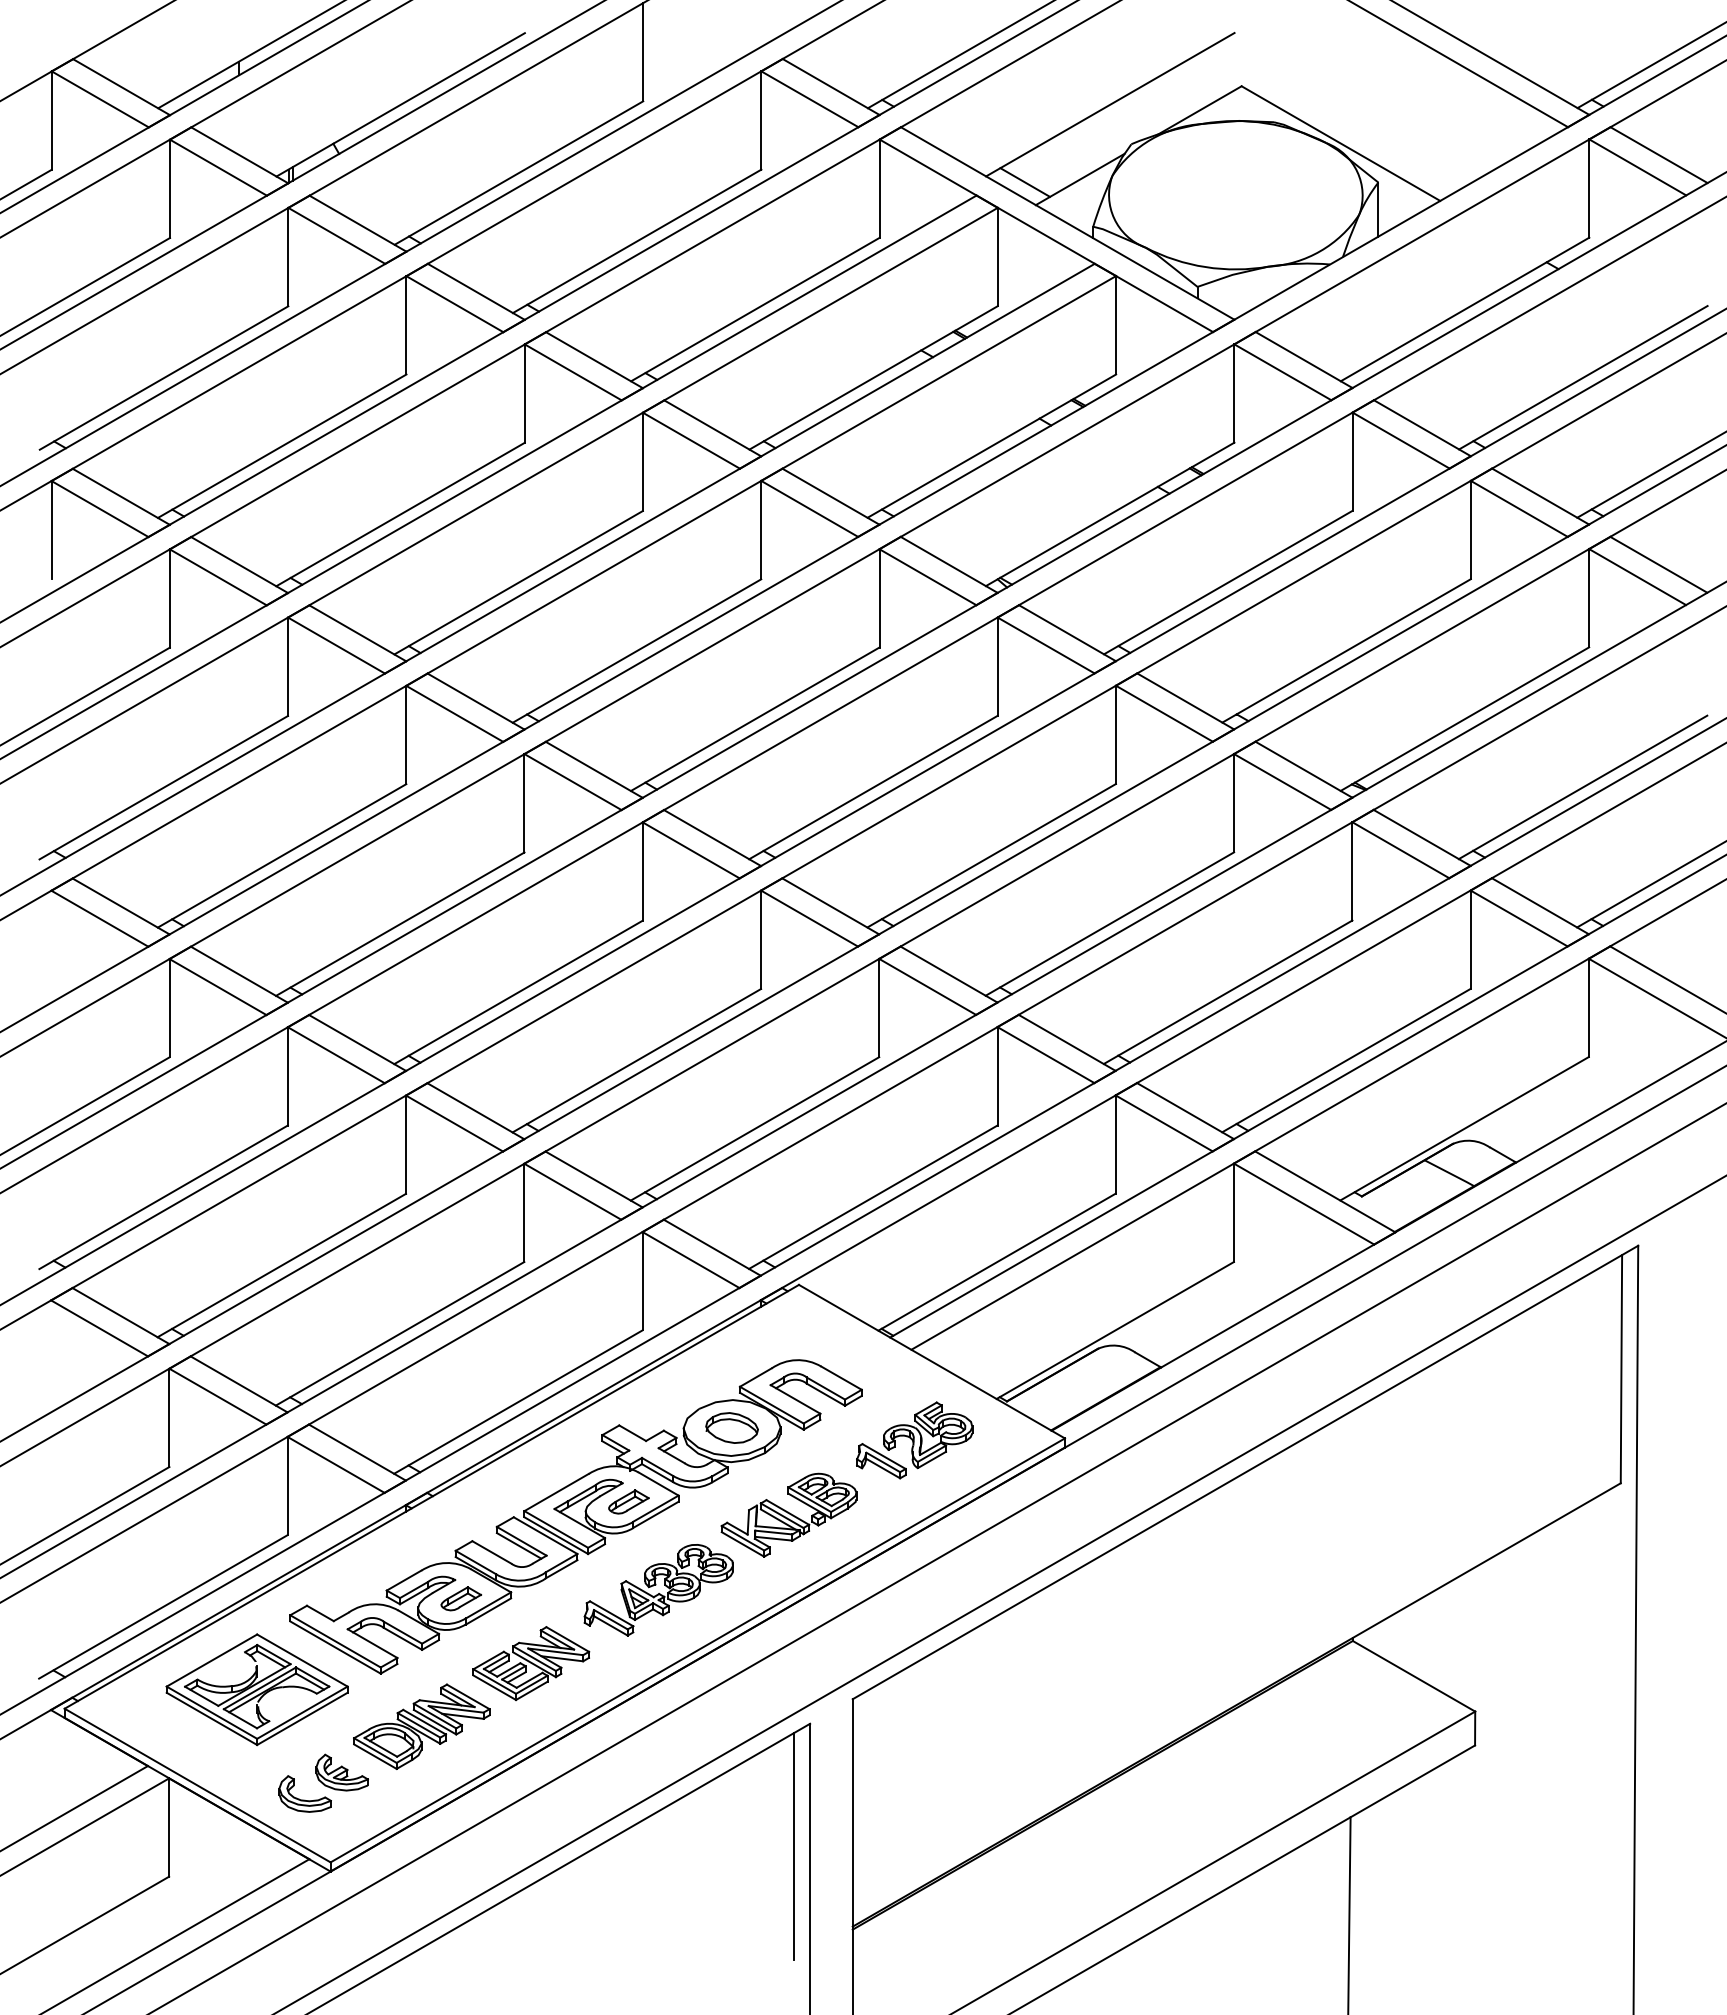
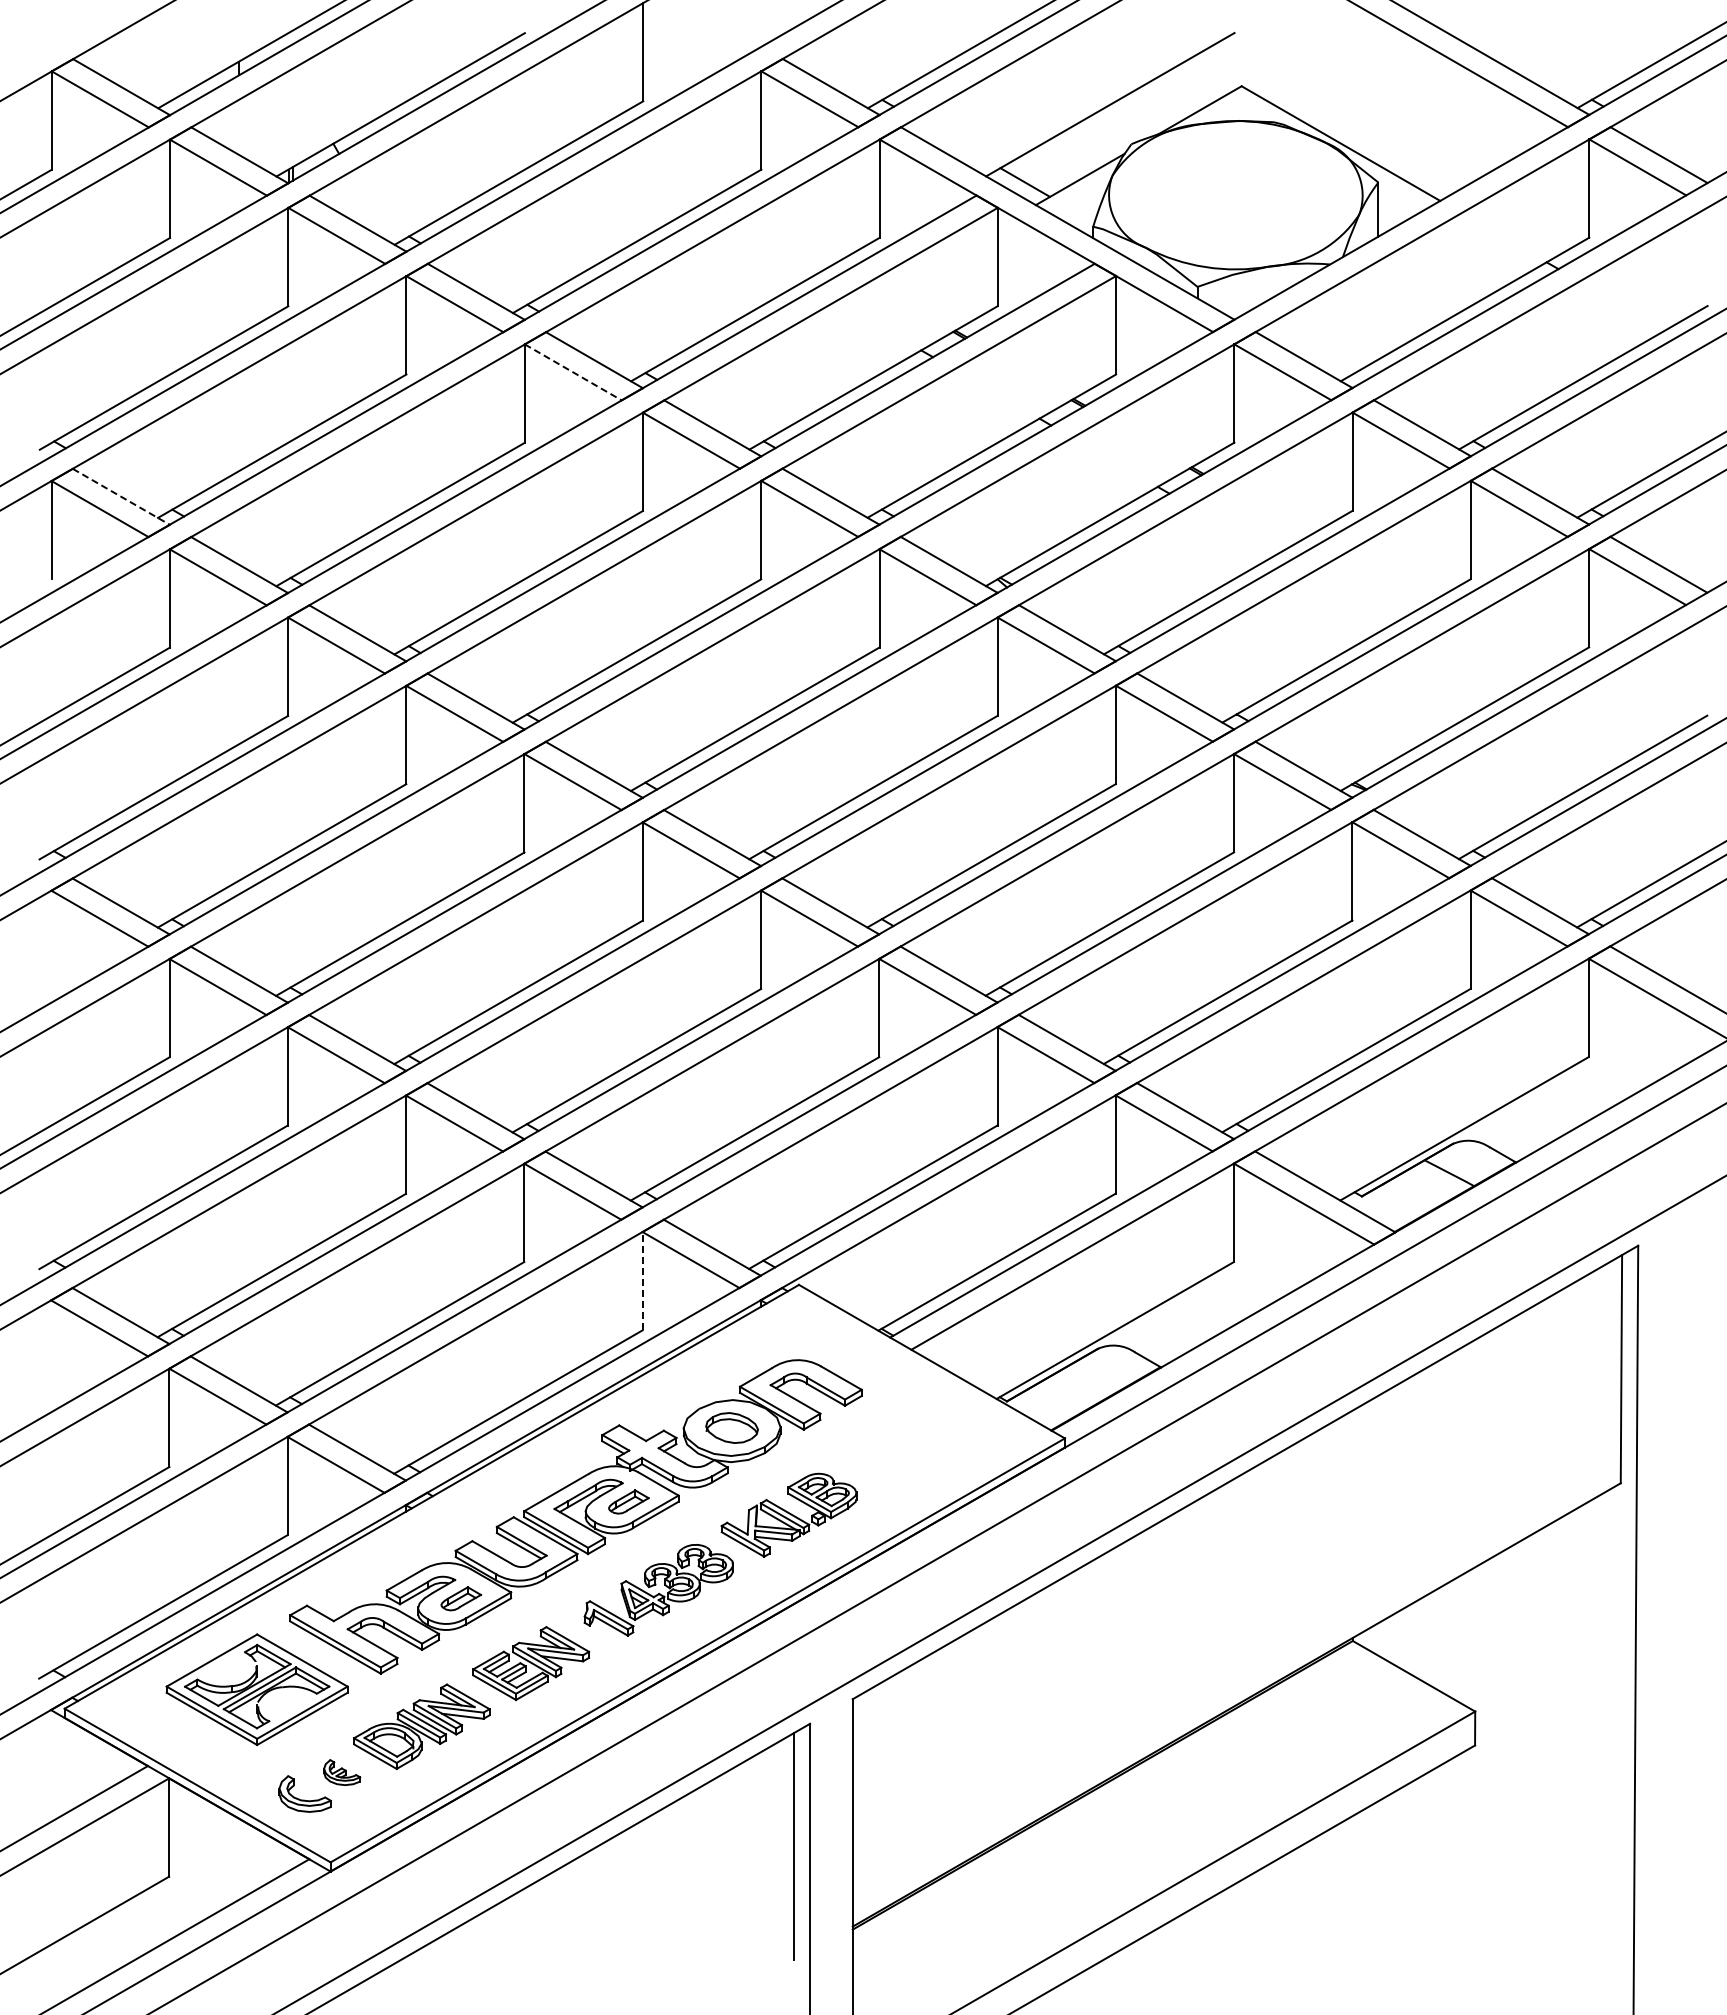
line at (573, 372): solid -> dashed
line at (121, 497): solid -> dashed
line at (642, 1280): solid -> dashed
part at (914, 1440): present -> none
part at (341, 1772) size: 54x39 px -> 39x27 px
line at (1349, 1914): present -> none
